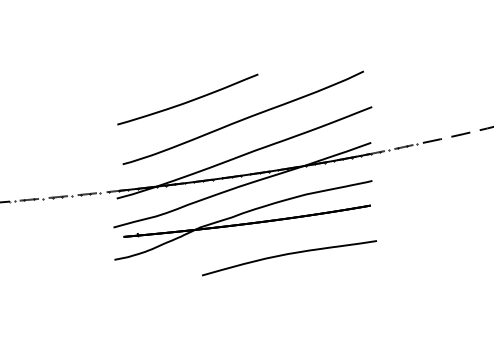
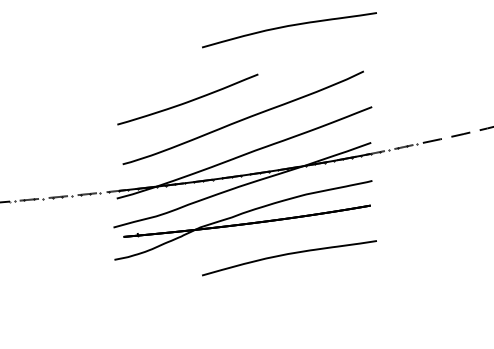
curve at (287, 27): none -> present
